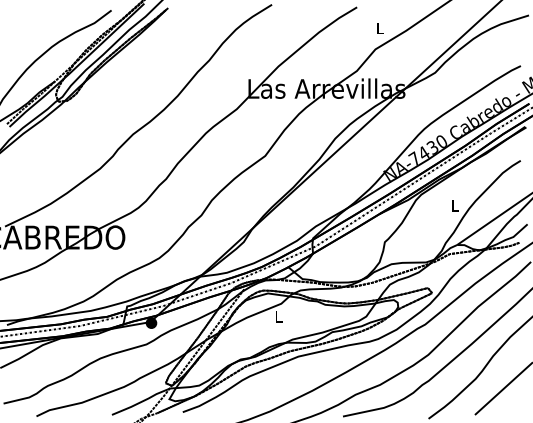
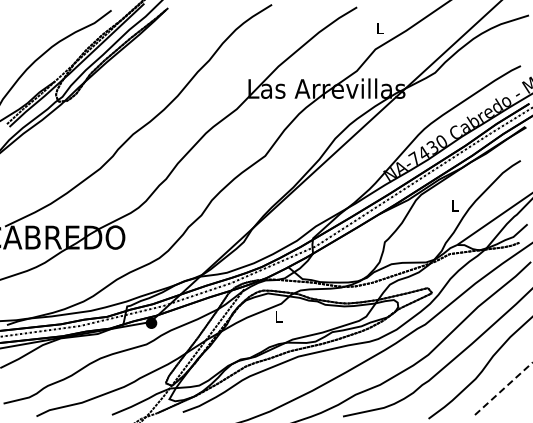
line at (504, 388): solid -> dashed
